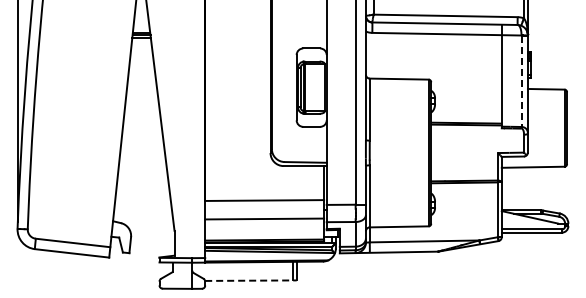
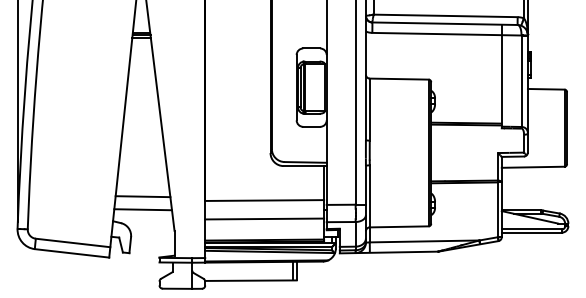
line at (521, 81): dashed -> solid
line at (142, 196): none -> present
line at (143, 209): none -> present
line at (250, 280): dashed -> solid
